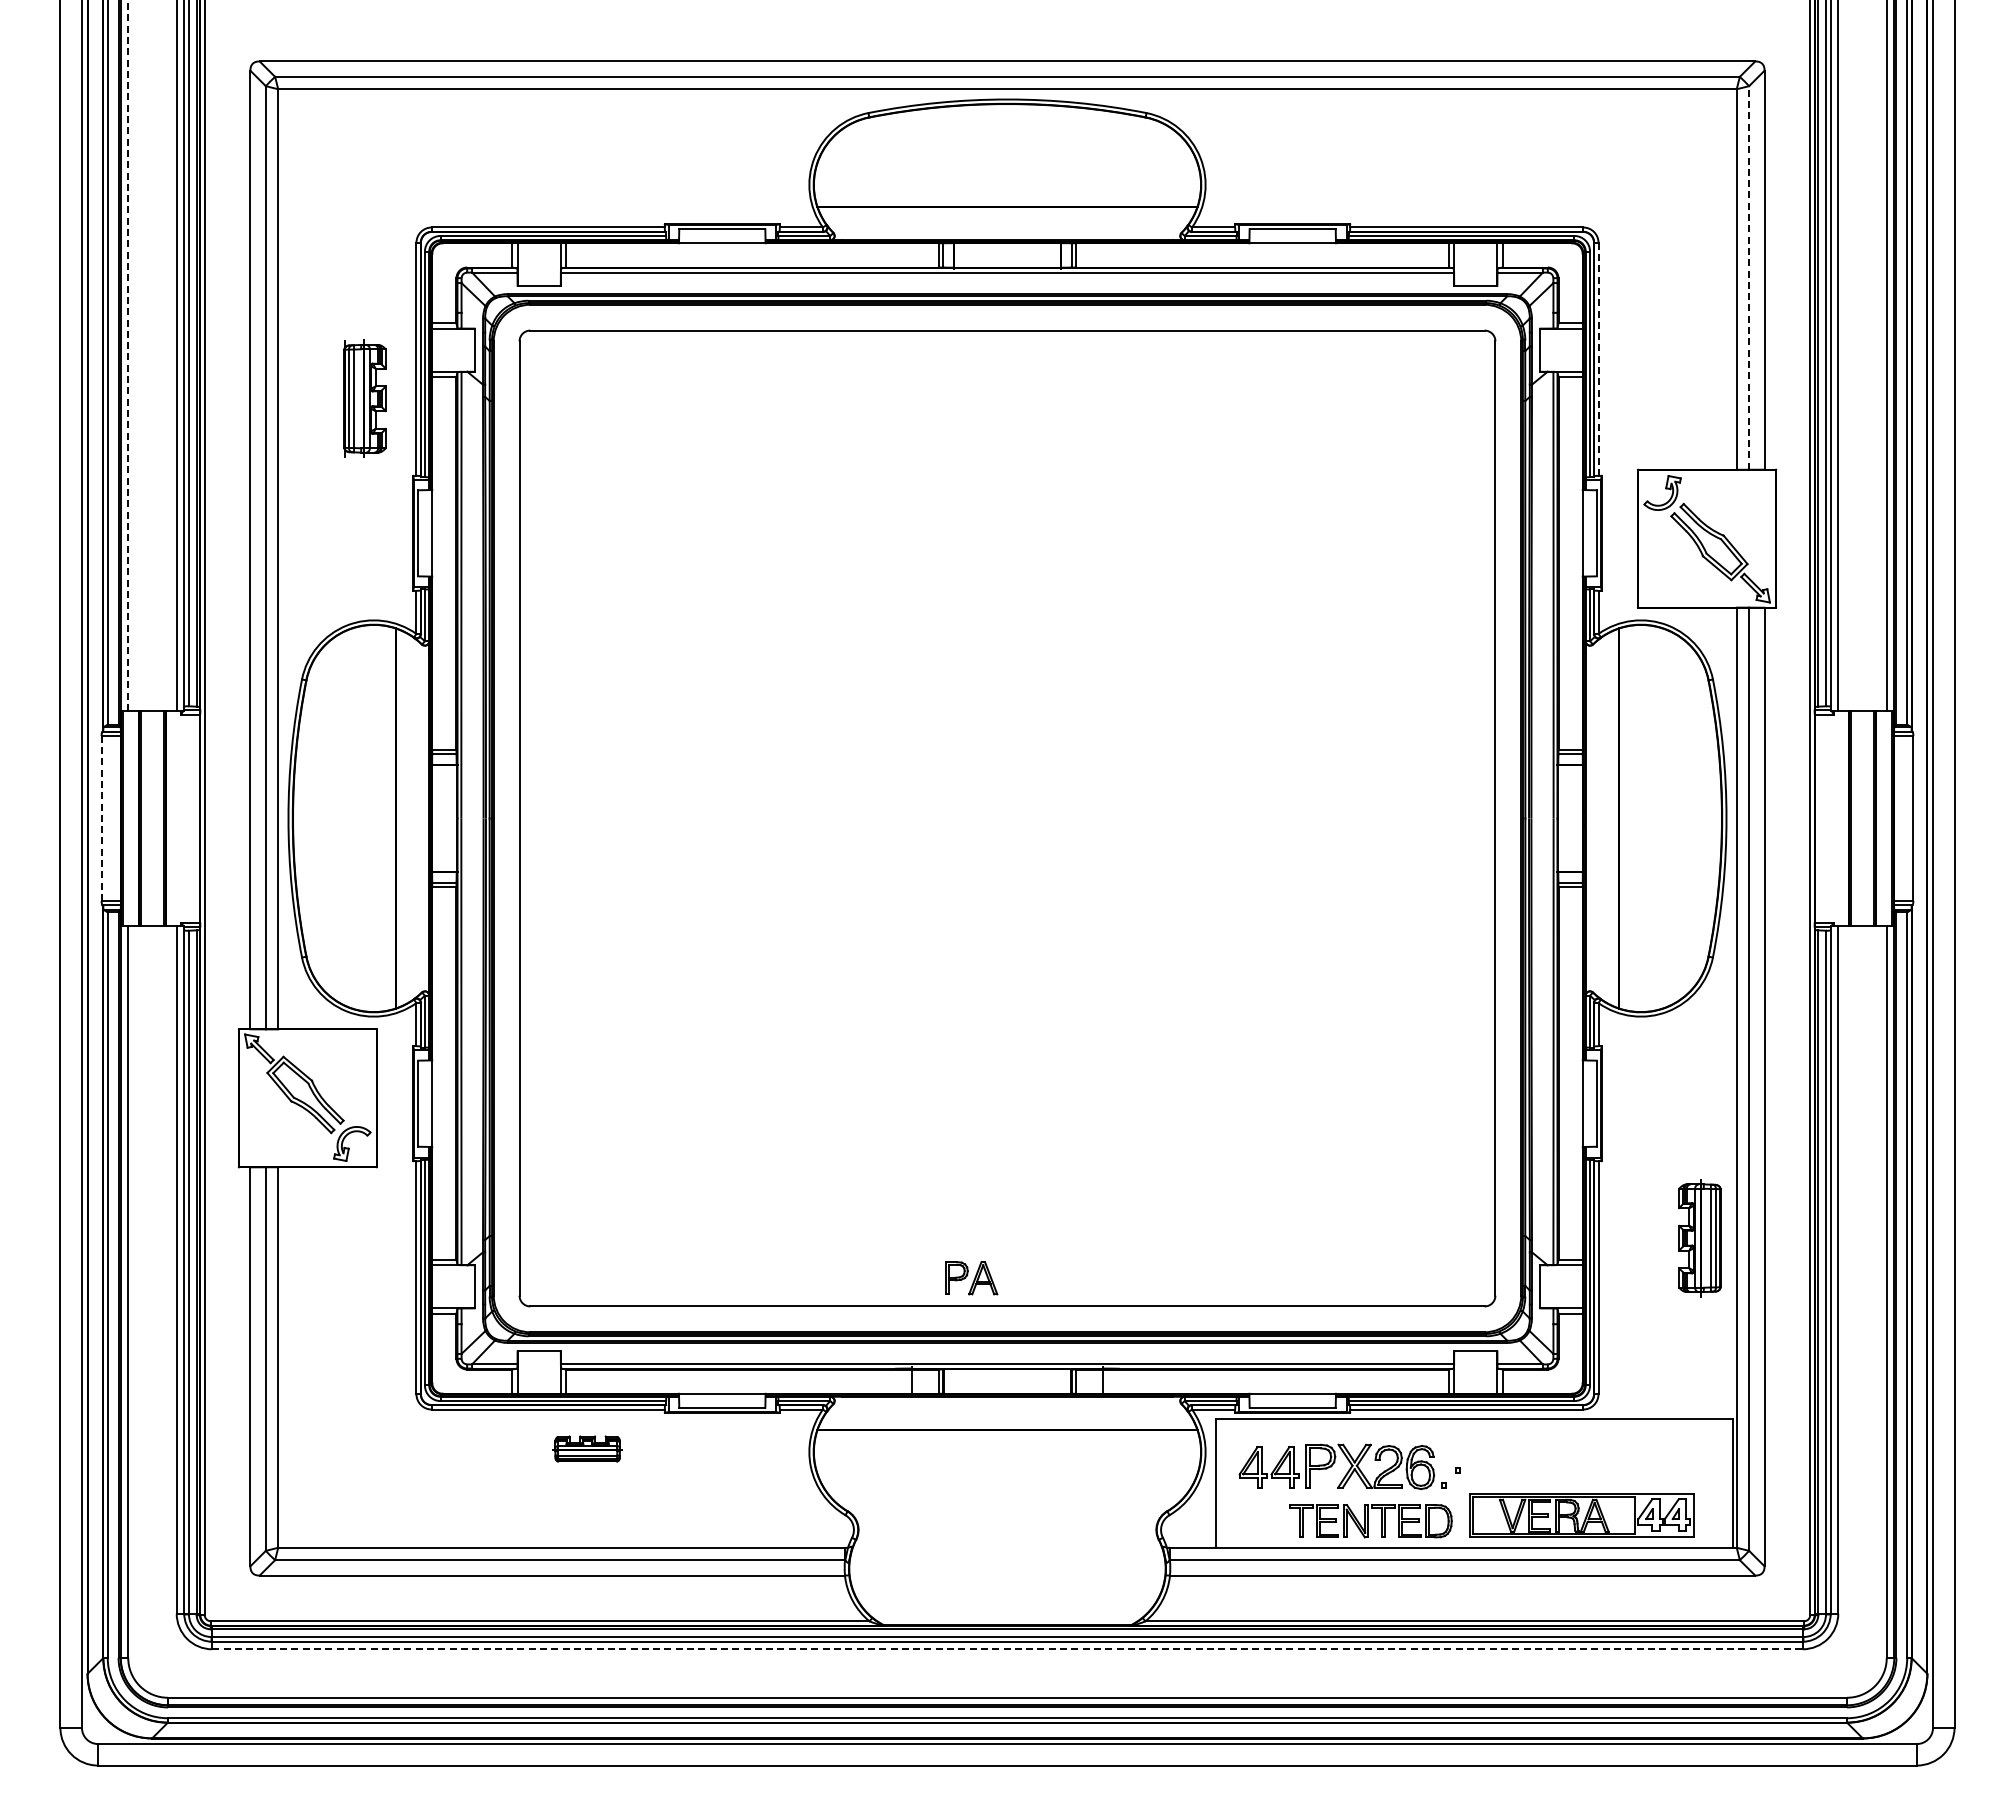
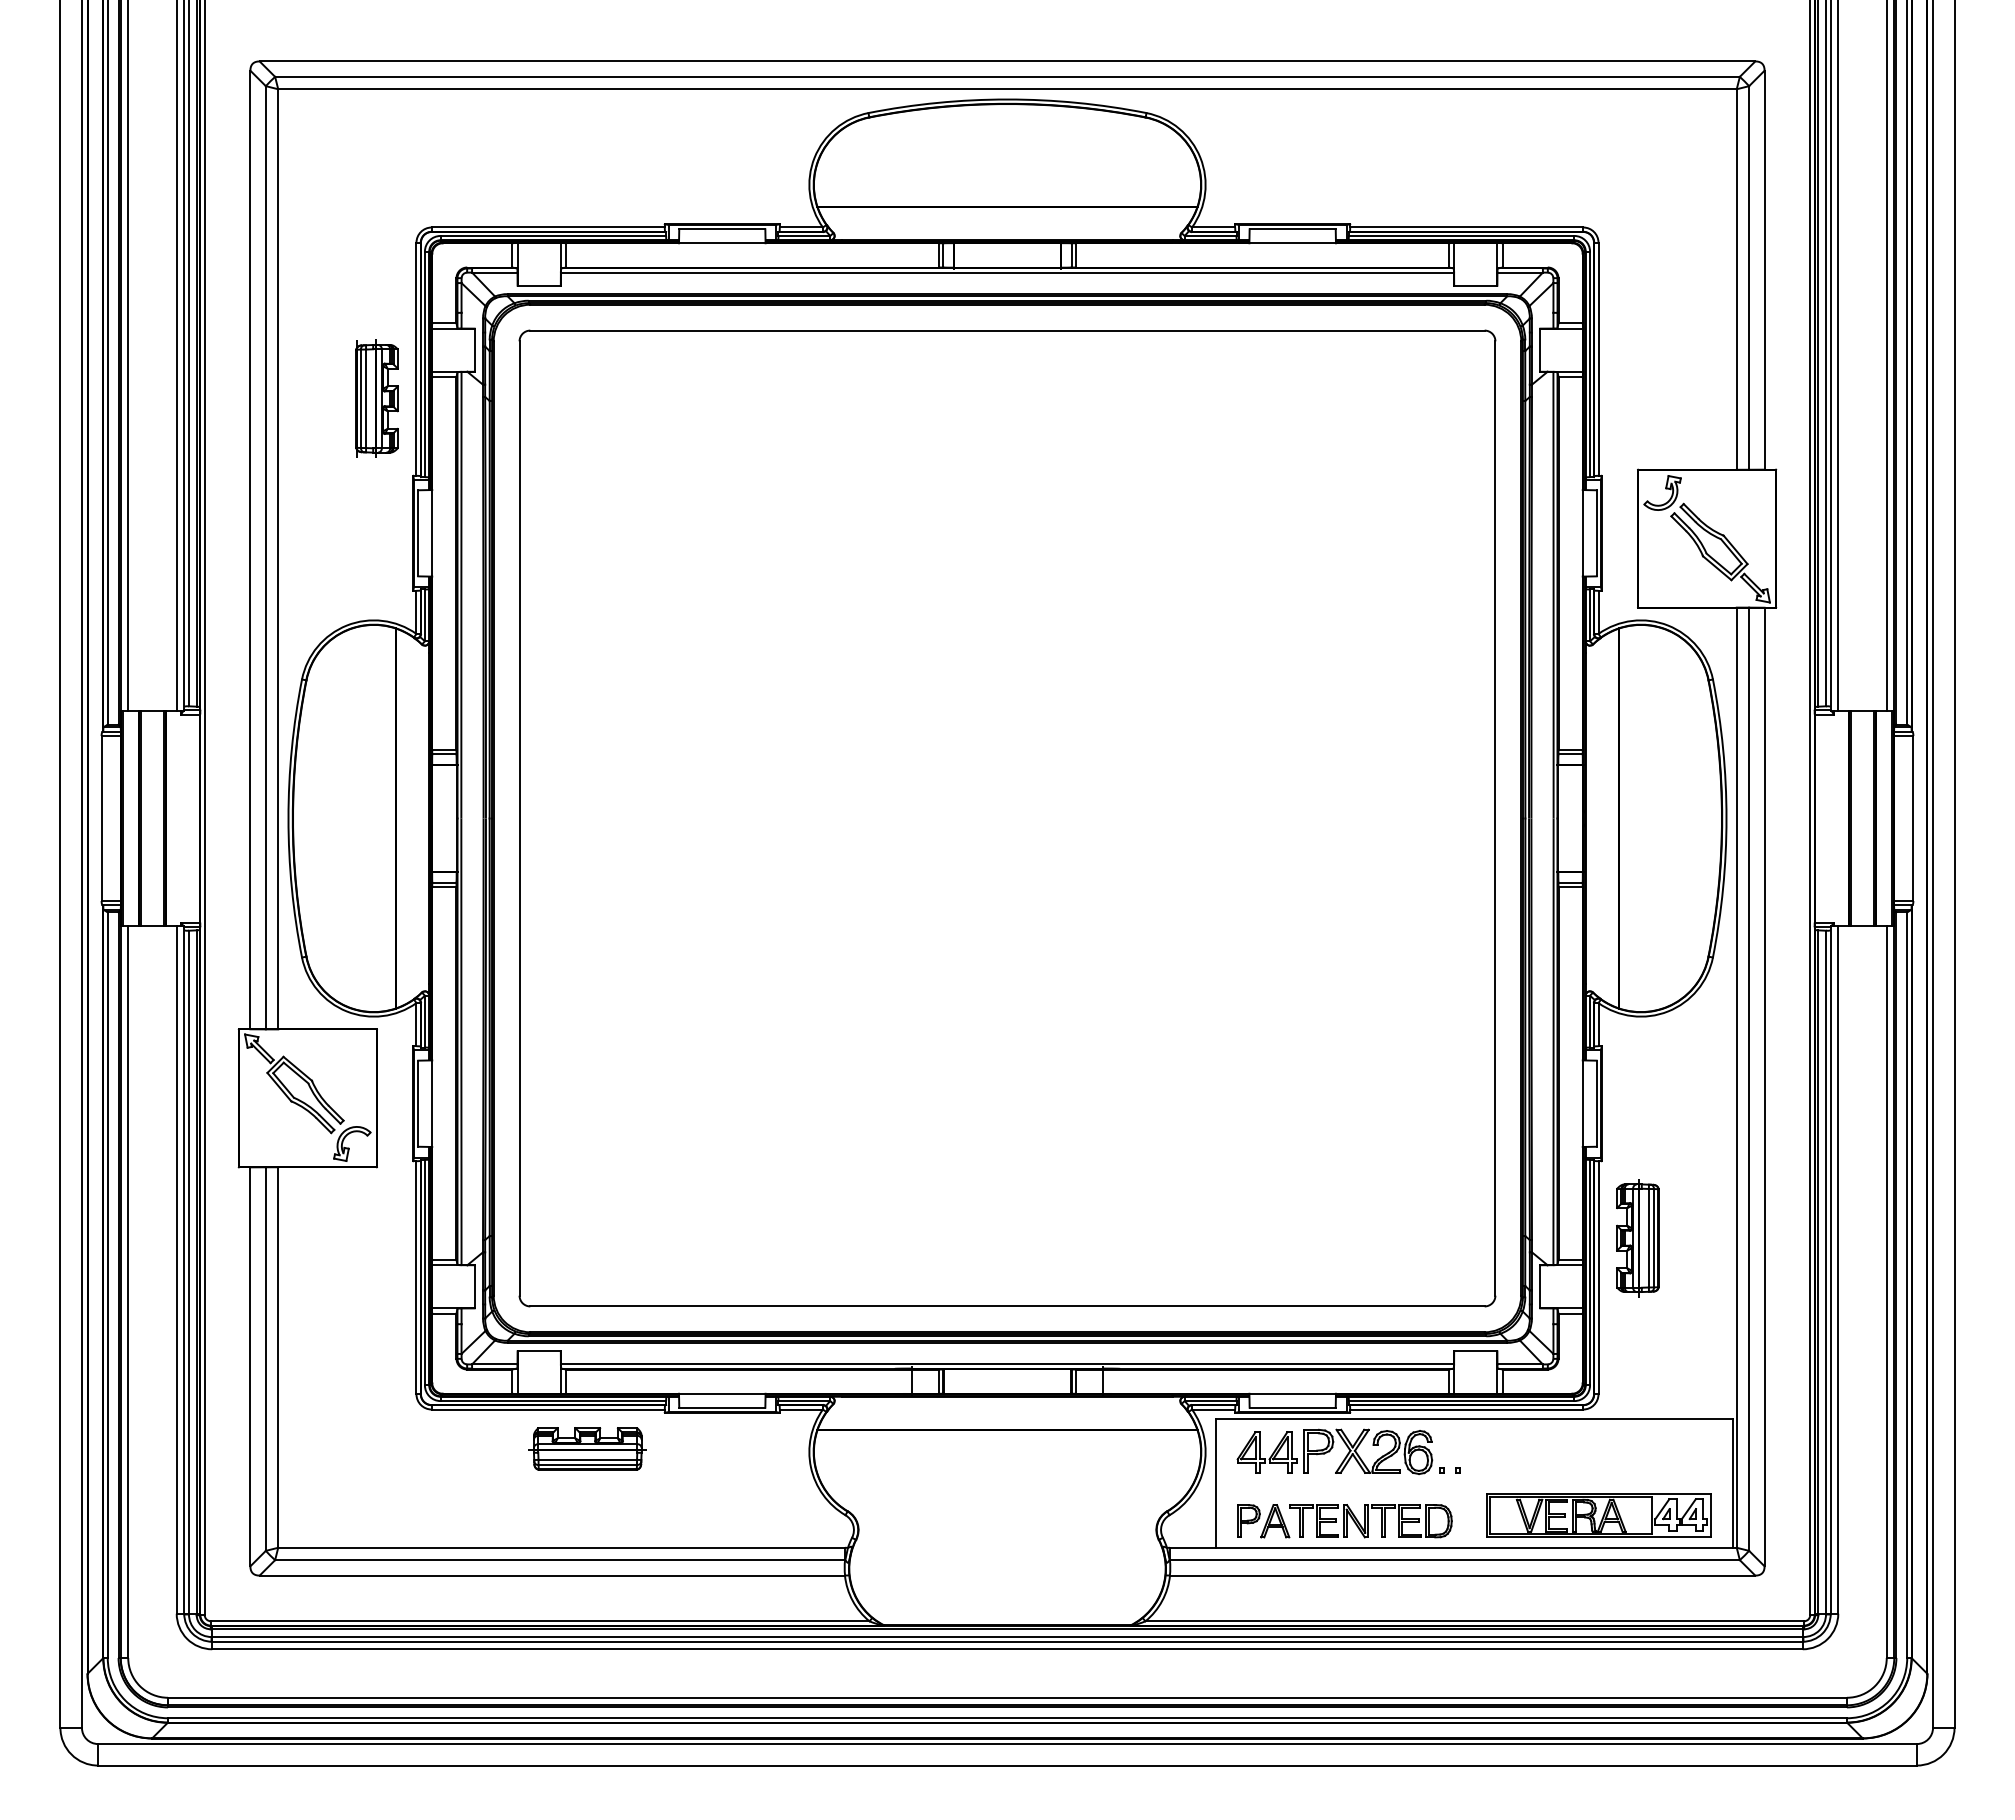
line at (1749, 277): dashed -> solid
line at (128, 355): dashed -> solid
line at (1598, 359): dashed -> solid
part at (364, 398) position: (364, 398) -> (376, 398)
line at (101, 818): dashed -> solid
part at (1699, 1238) position: (1699, 1238) -> (1637, 1238)
part at (971, 1278) position: (971, 1278) -> (1263, 1521)
part at (587, 1448) size: 71x28 px -> 119x44 px
part at (1348, 1469) position: (1348, 1469) -> (1346, 1454)
part at (1581, 1515) position: (1581, 1515) -> (1598, 1515)
line at (1007, 1649): dashed -> solid
